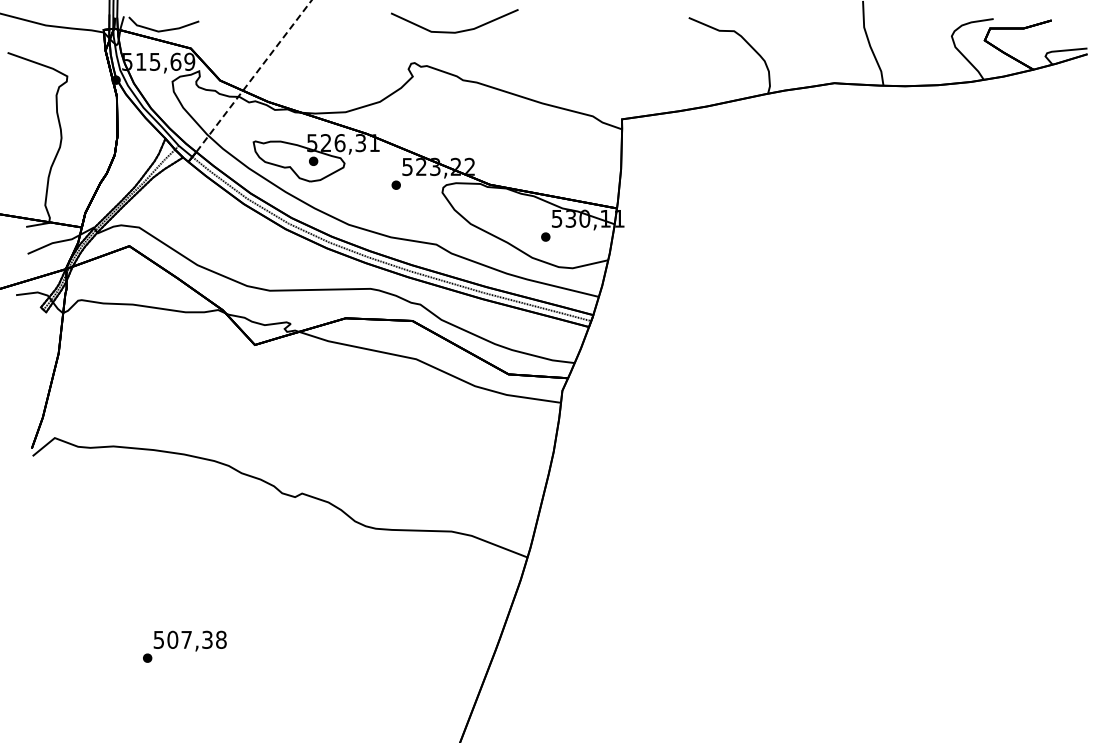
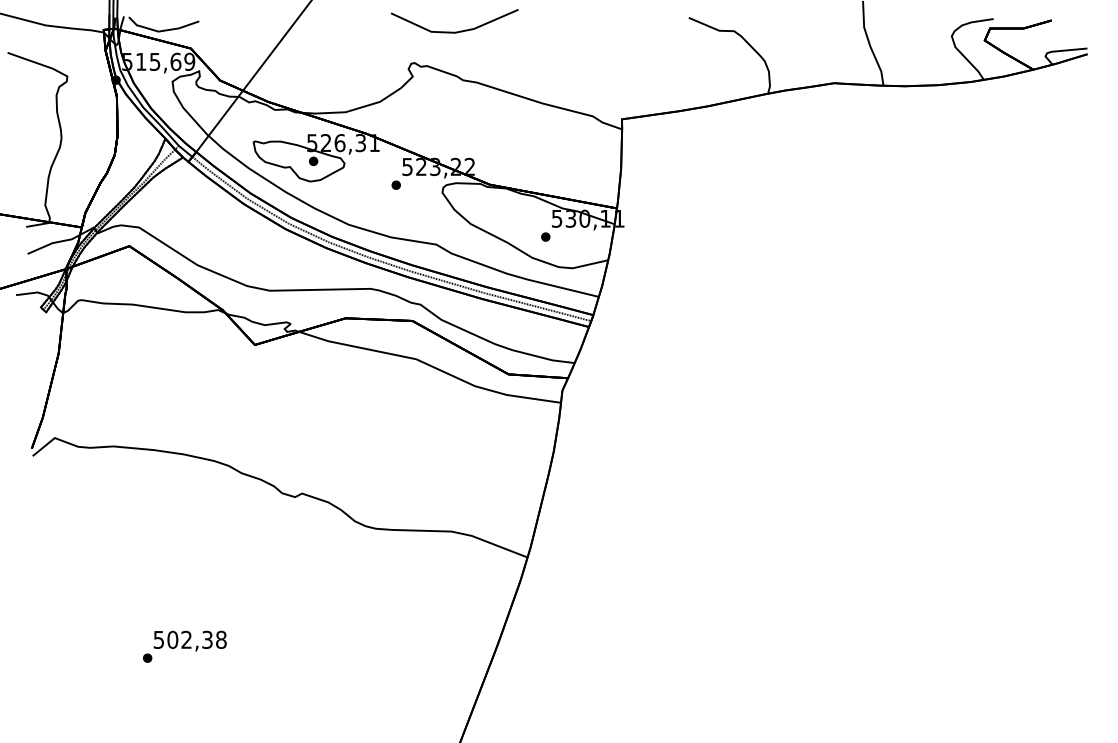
line at (253, 76): dashed -> solid
text at (186, 639): 507,38 -> 502,38
